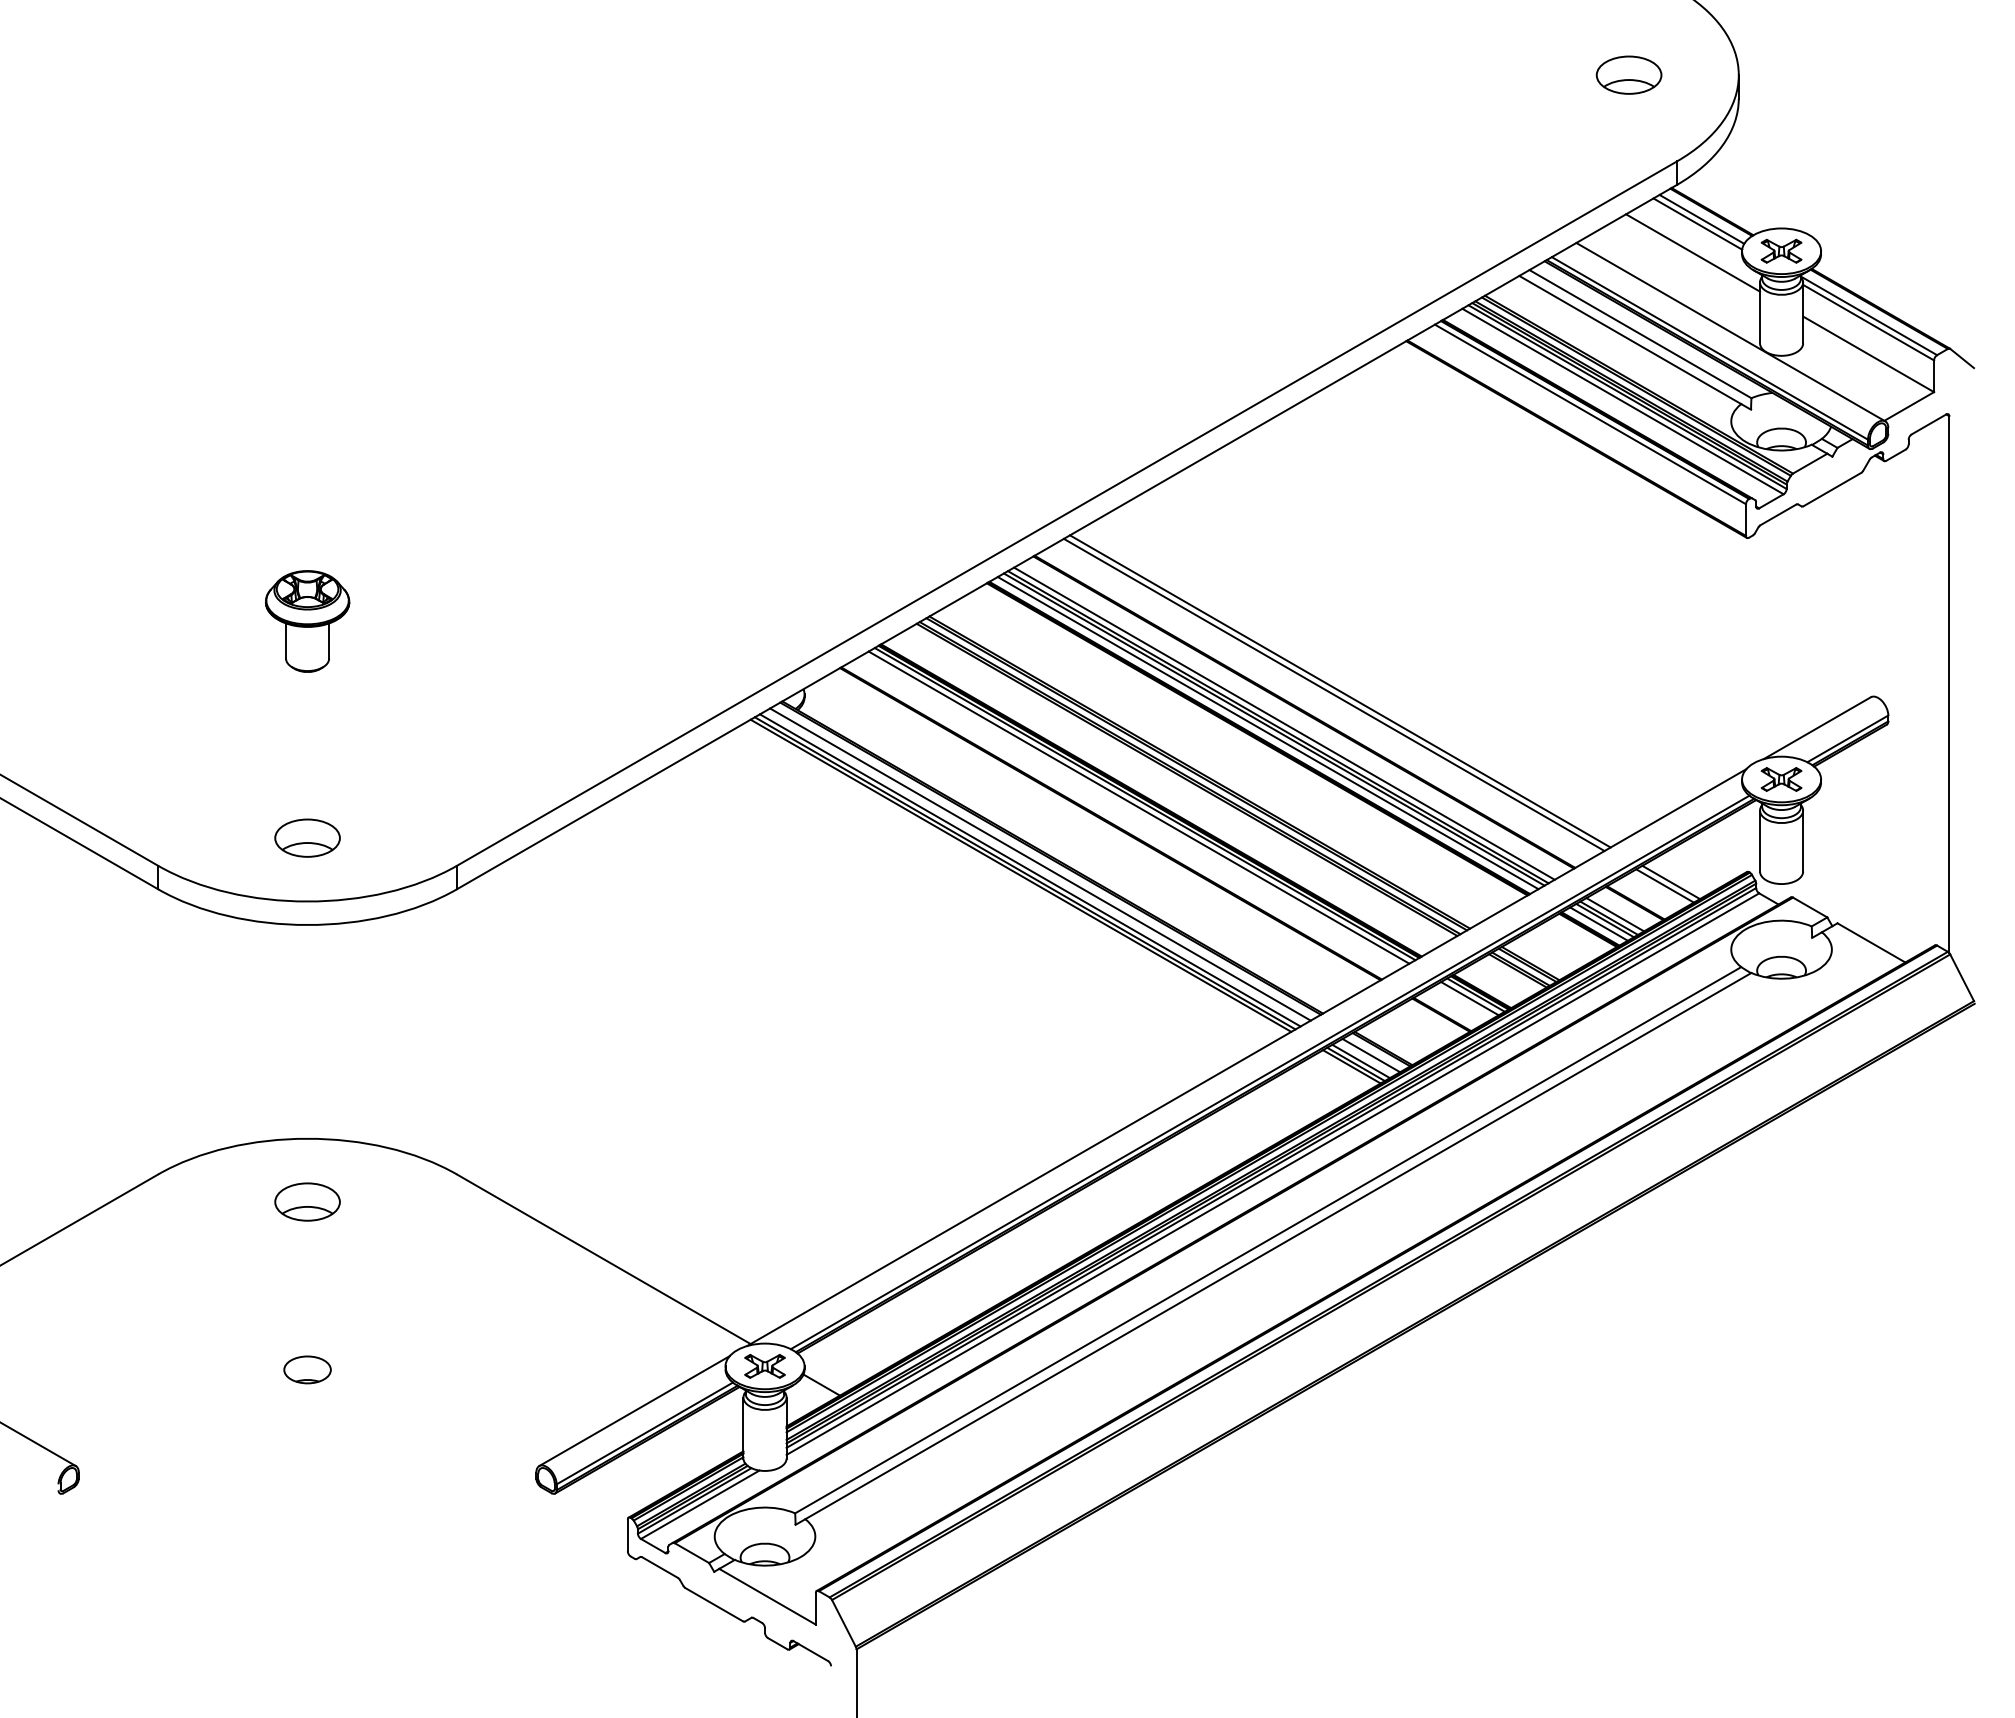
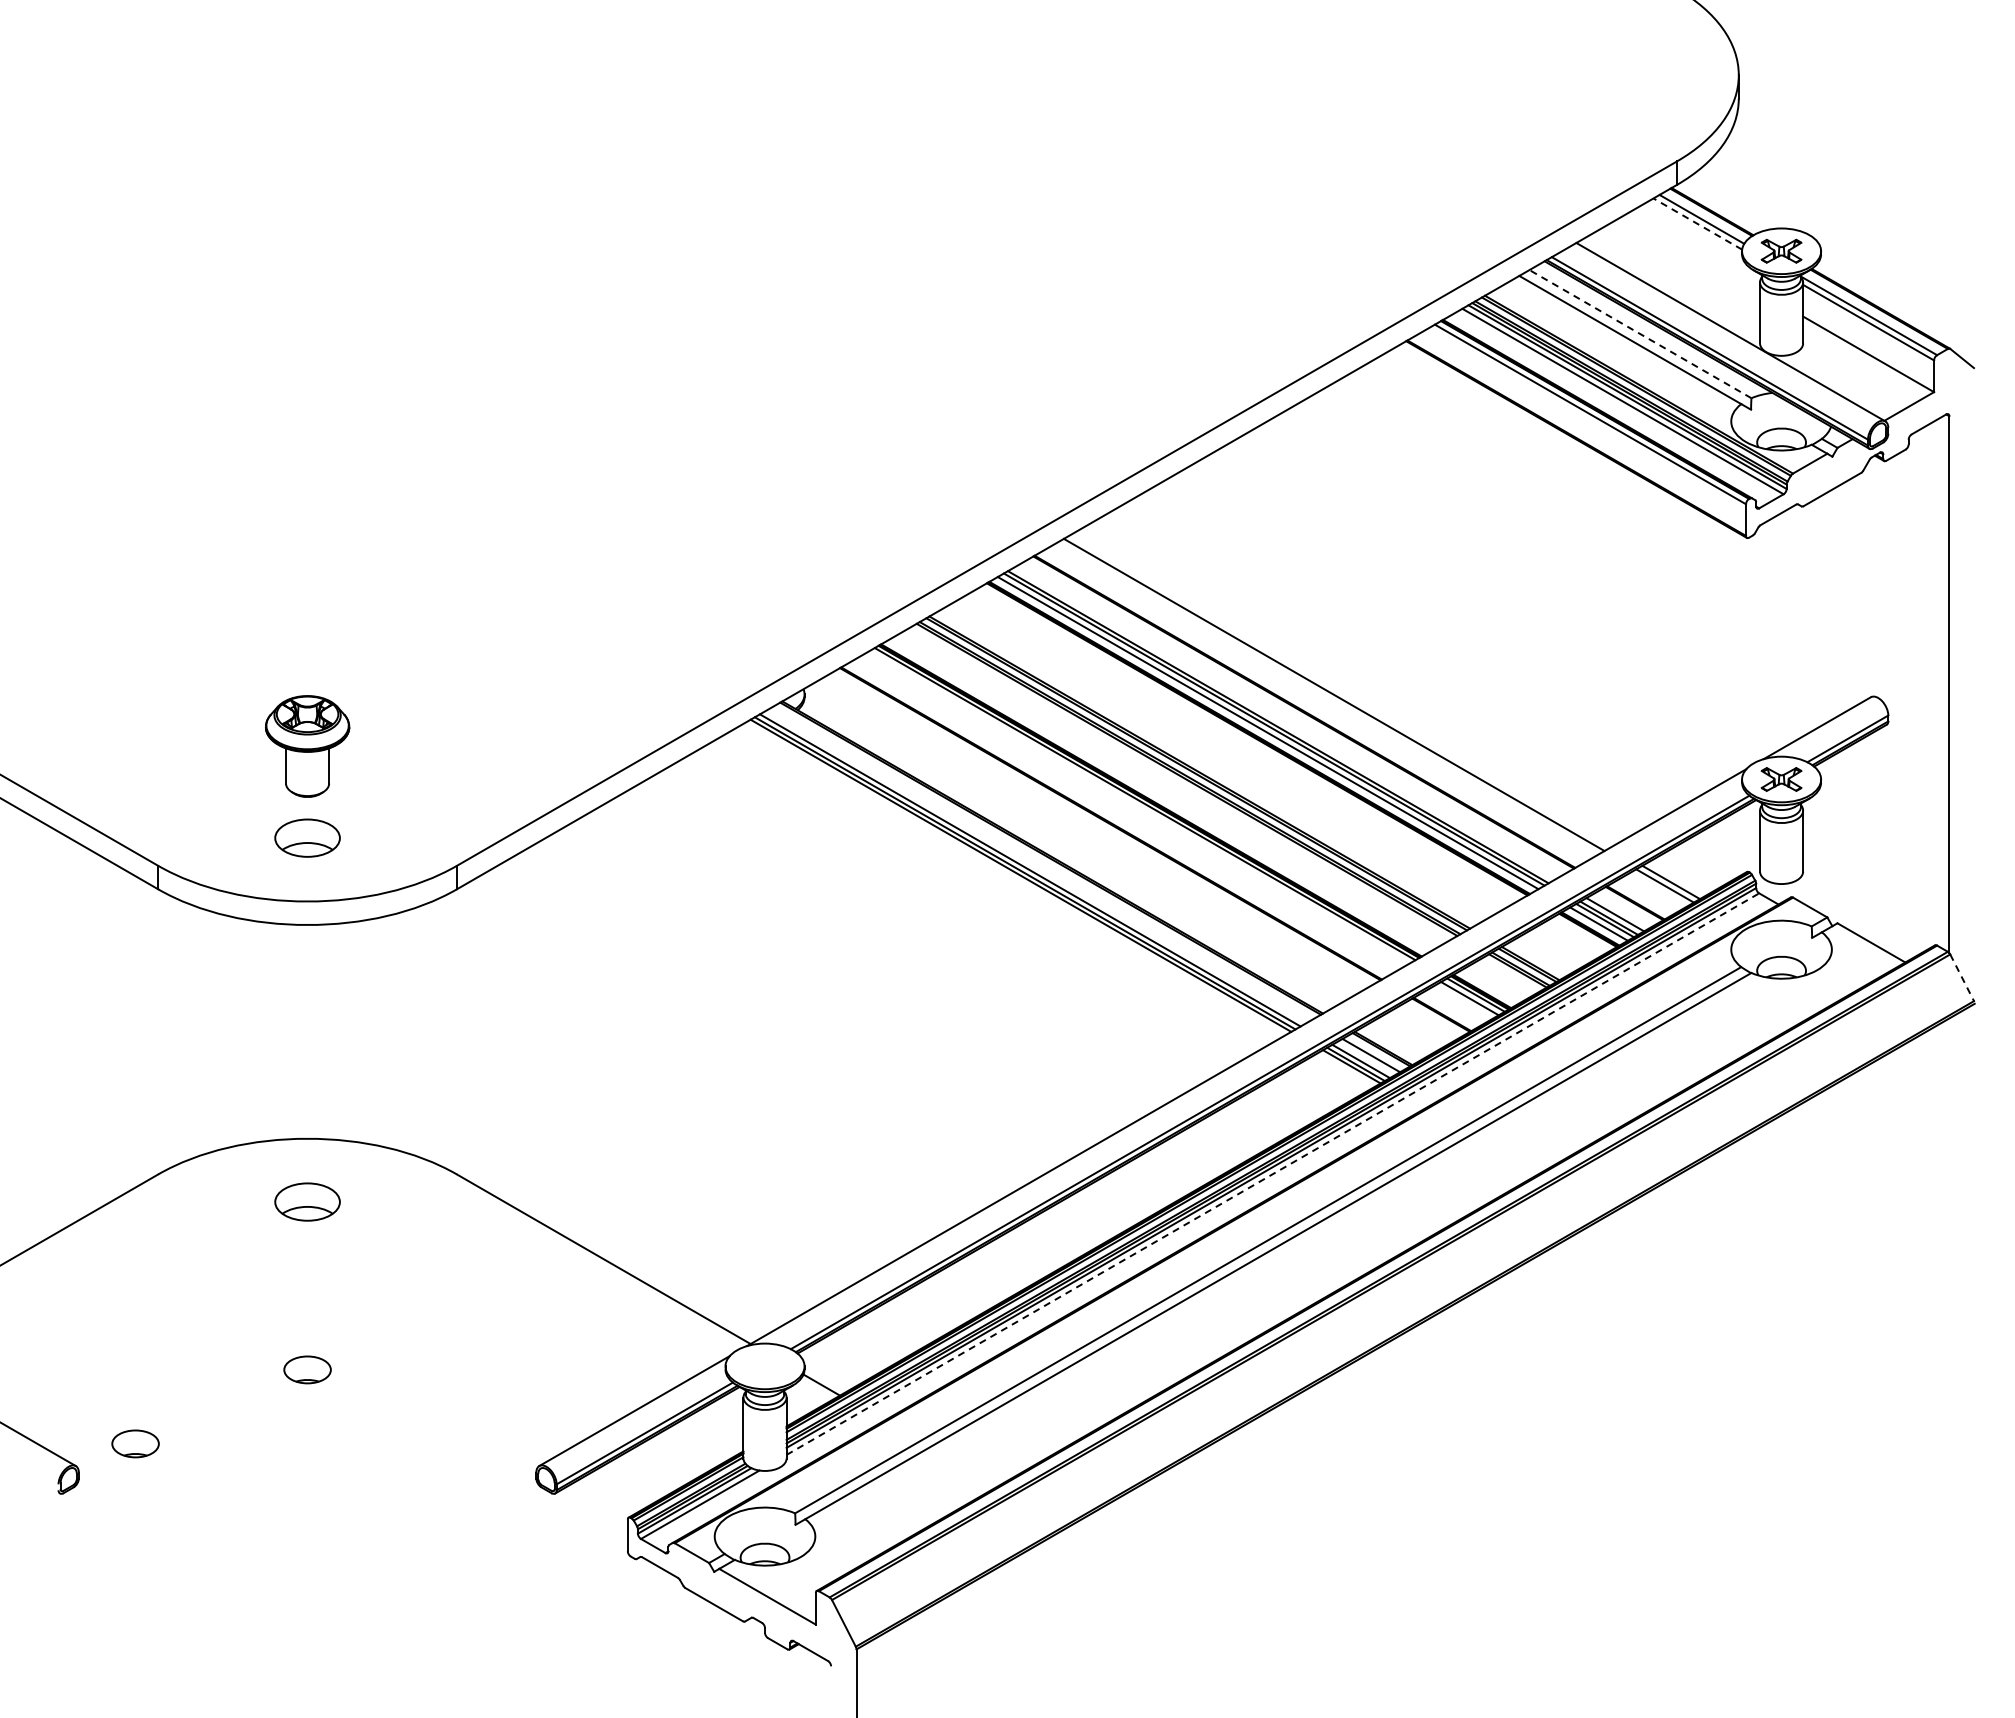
part at (1628, 74): present -> none
line at (1697, 223): solid -> dashed
line at (1693, 252): present -> none
line at (1640, 333): solid -> dashed
part at (307, 621) position: (307, 621) -> (307, 746)
line at (1340, 691): present -> none
line at (1284, 723): present -> none
line at (1138, 807): present -> none
line at (1040, 864): present -> none
line at (1962, 978): solid -> dashed
line at (1272, 1174): solid -> dashed
part at (764, 1366): present -> none
part at (135, 1443): none -> present
